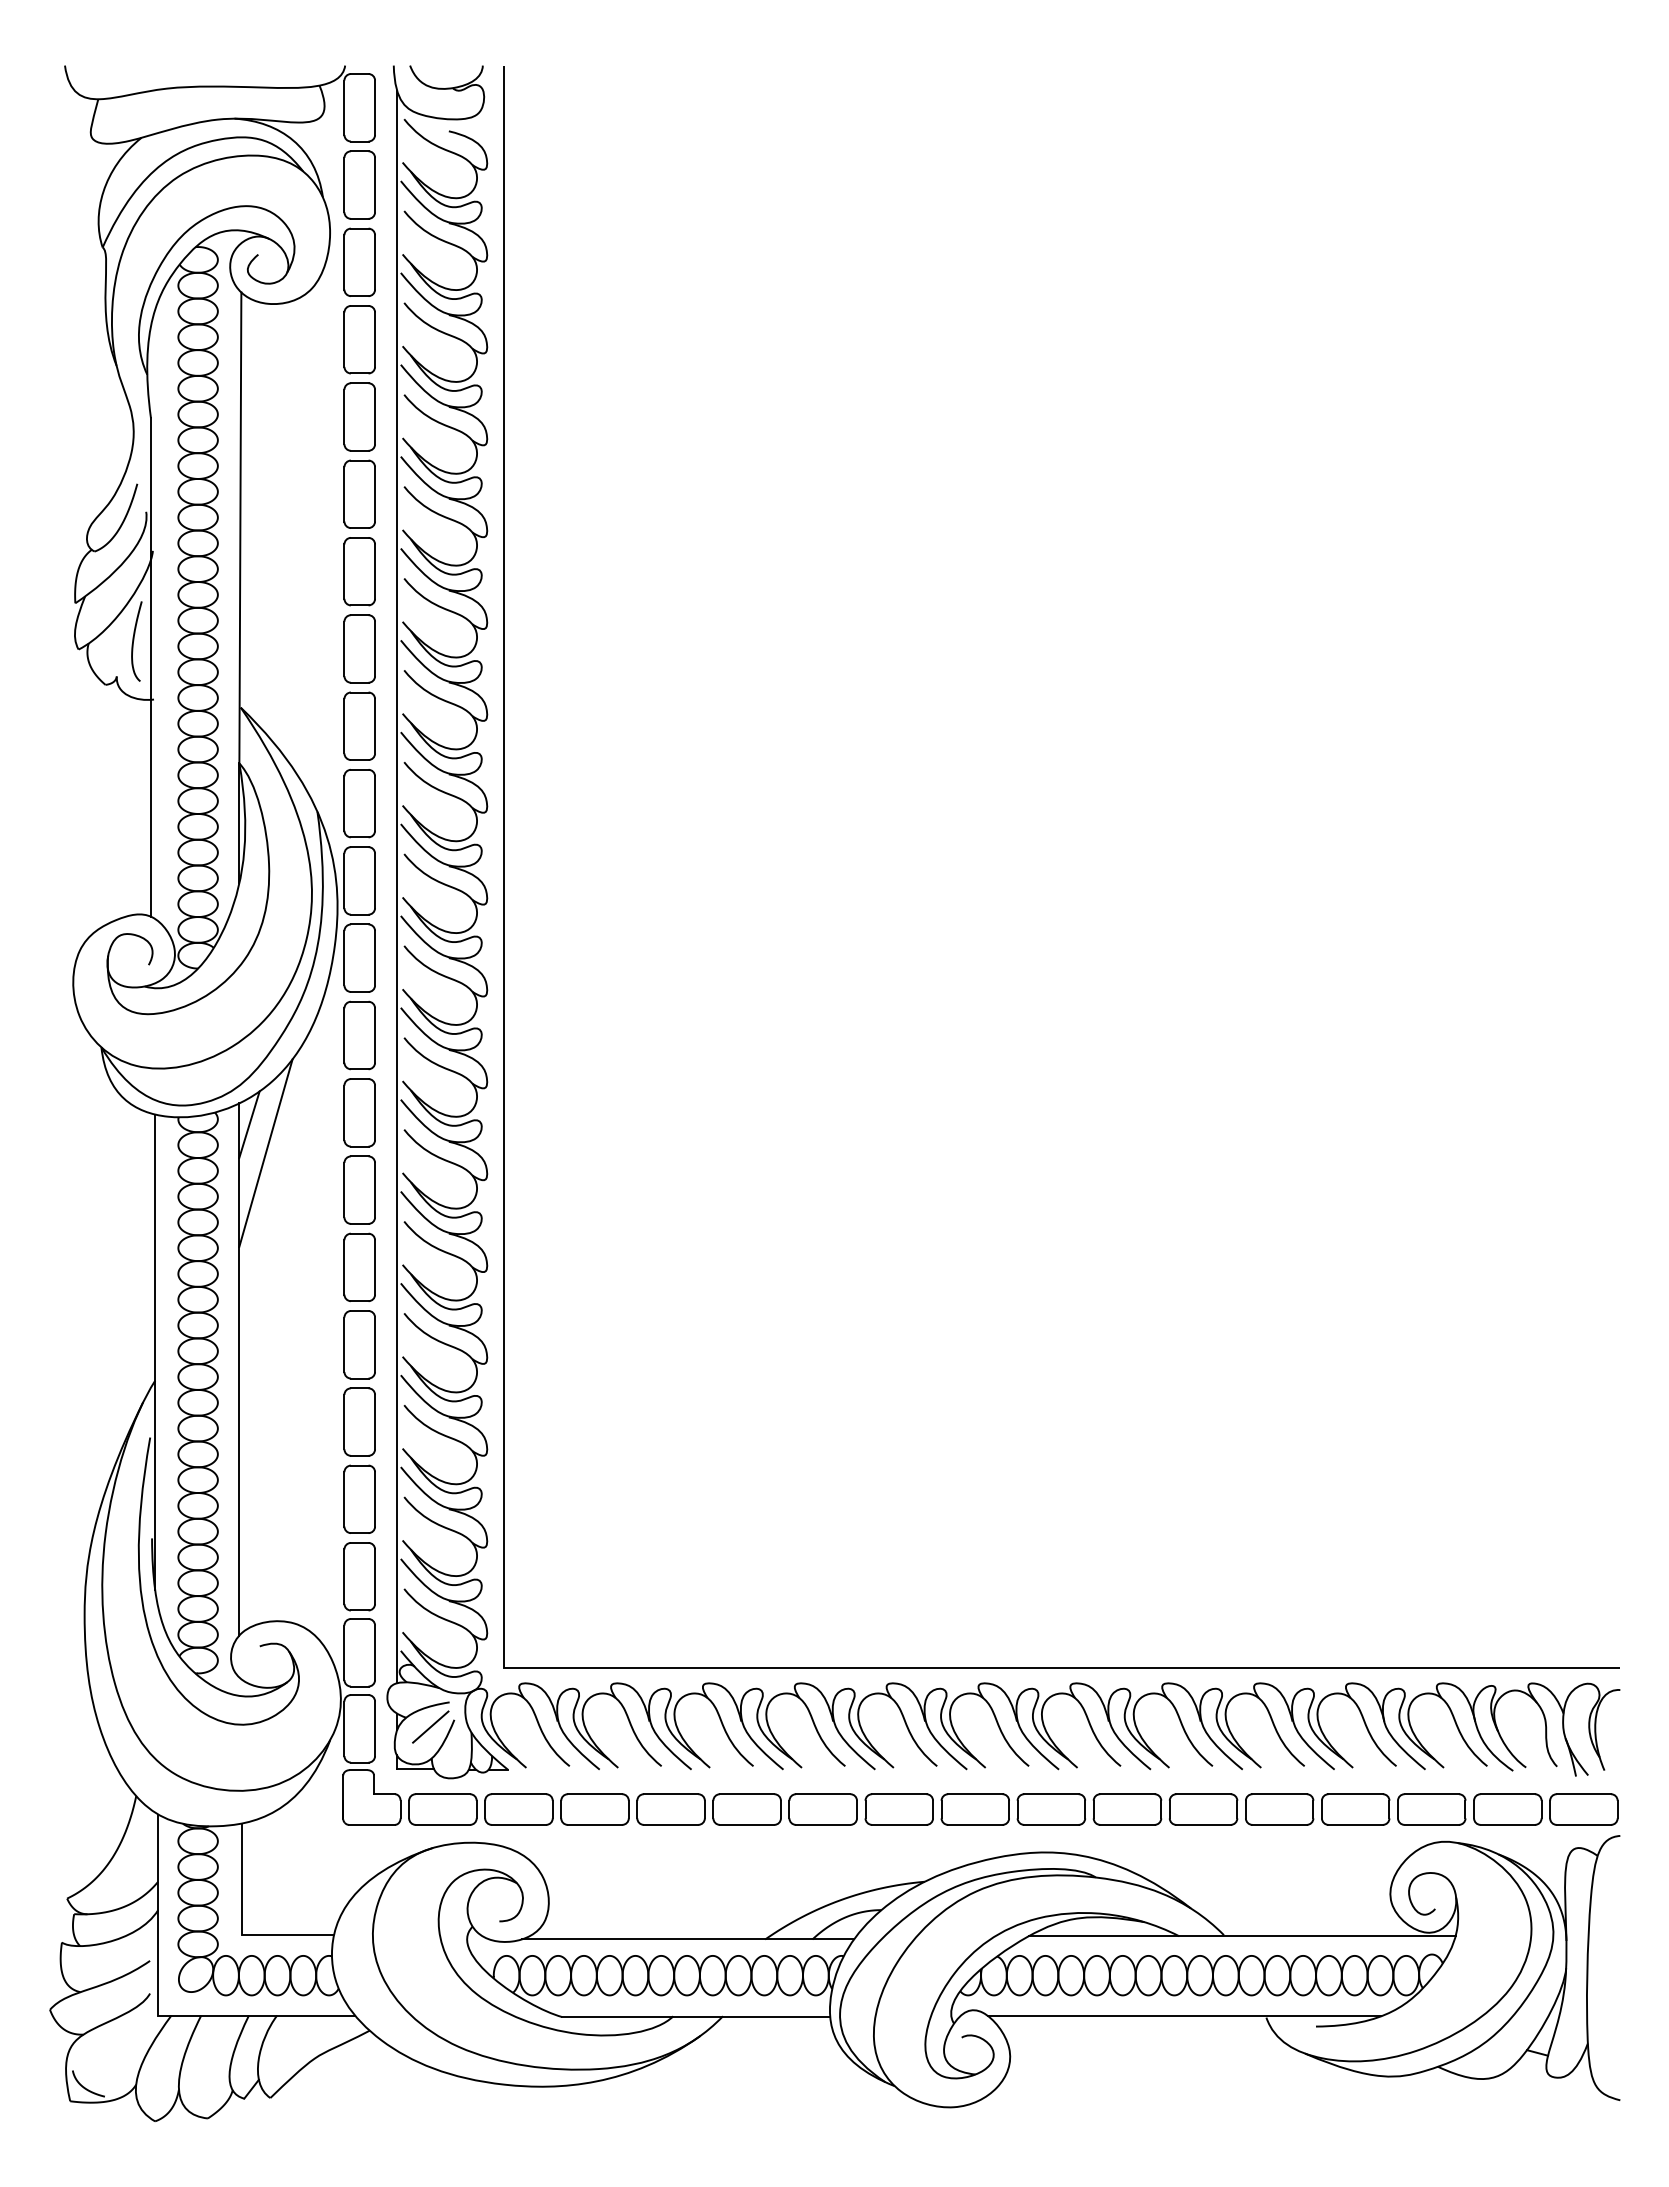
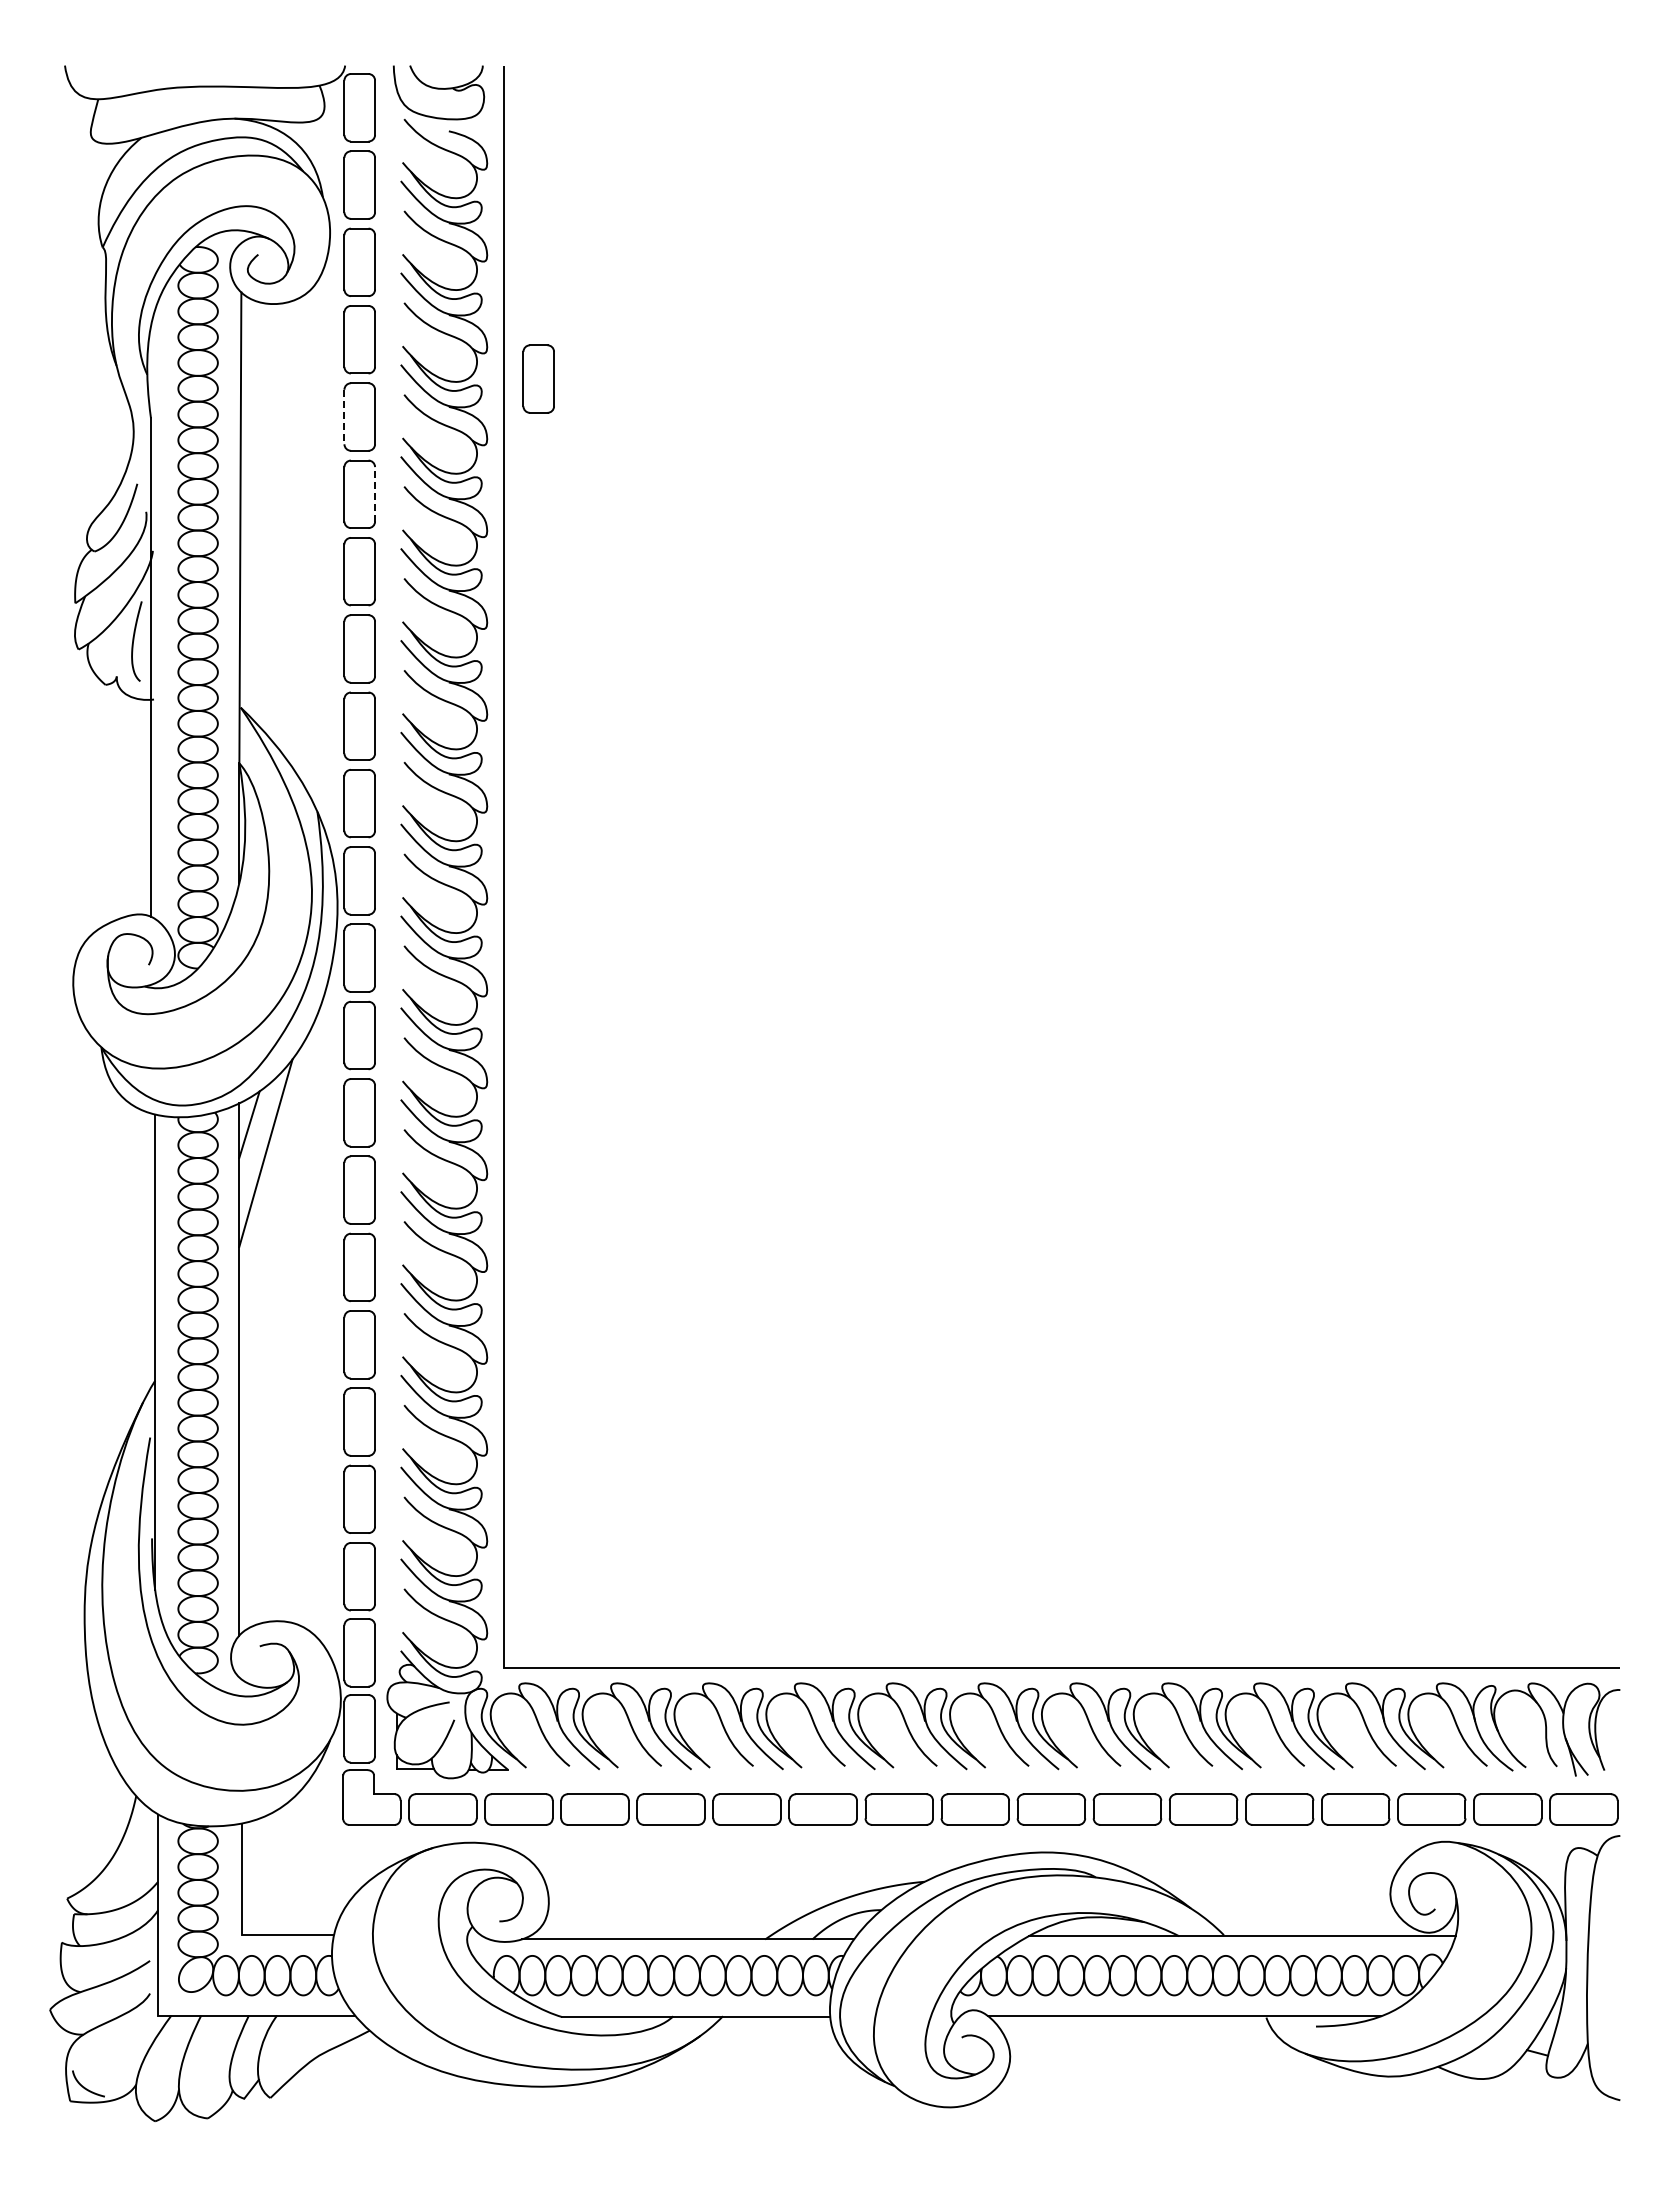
part at (538, 378): none -> present
line at (344, 417): solid -> dashed
line at (375, 493): solid -> dashed
line at (397, 886): present -> none
line at (430, 1726): present -> none
